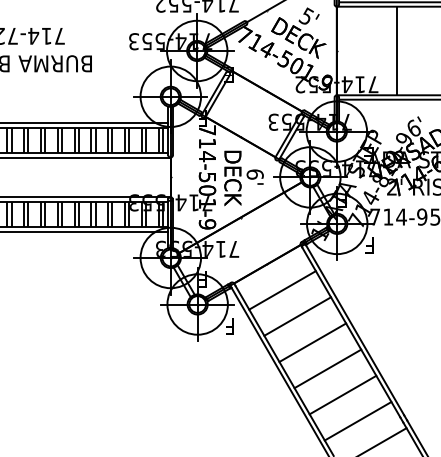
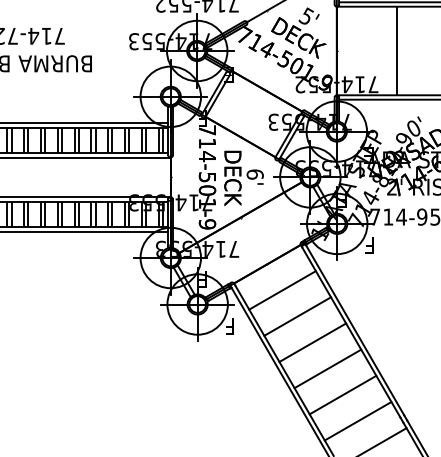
text at (413, 127): 6' -> 0'
